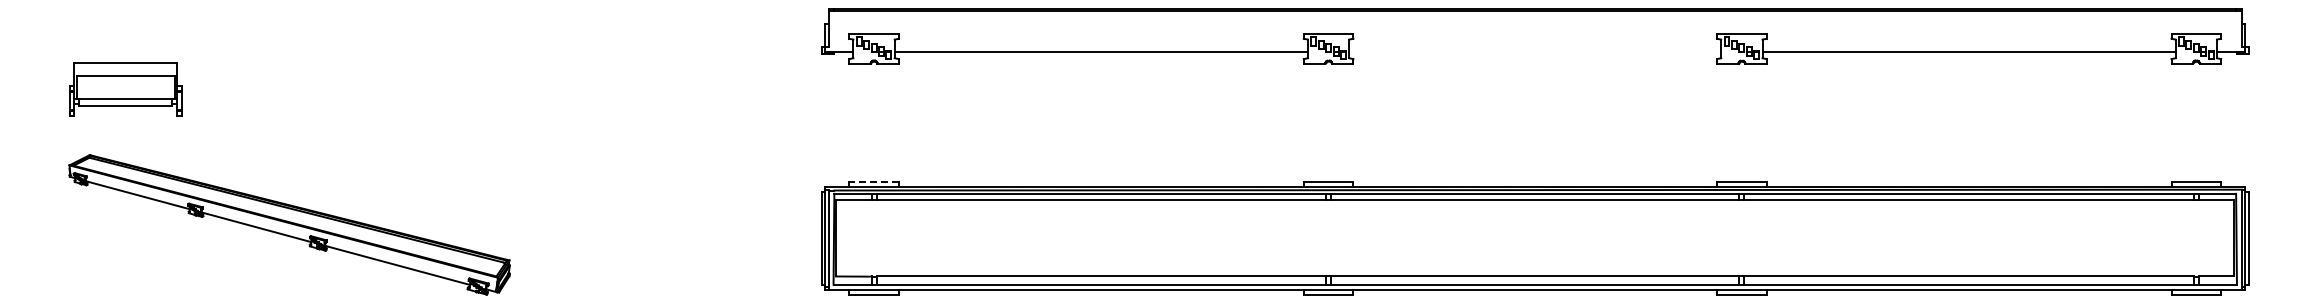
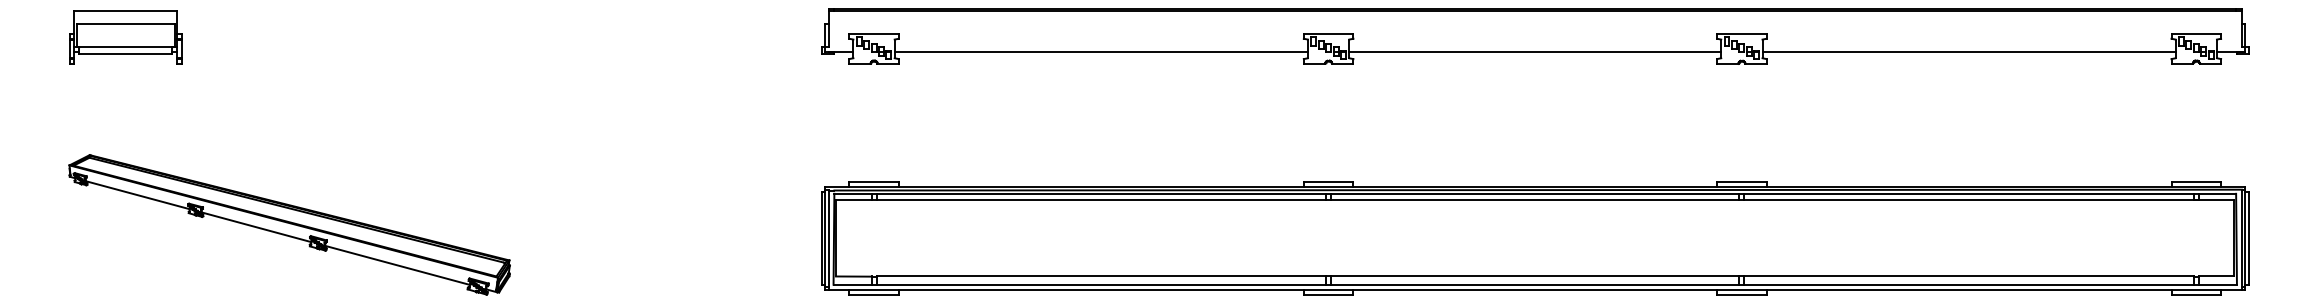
line at (1535, 52): none -> present
part at (125, 89) position: (125, 89) -> (125, 37)
line at (874, 182): dashed -> solid
